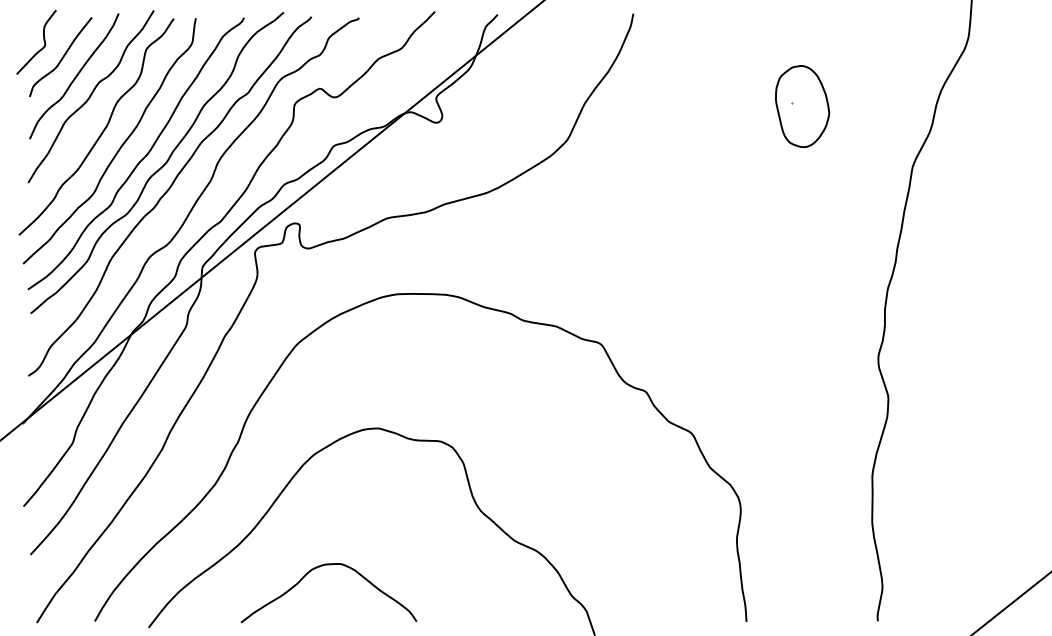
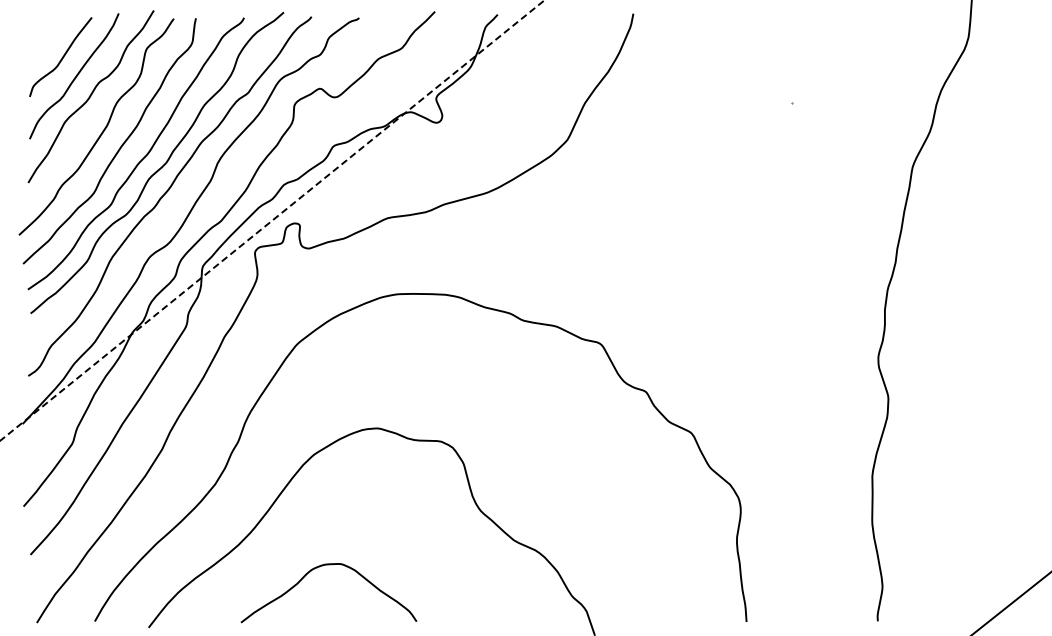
curve at (43, 40): present -> none
part at (802, 106): present -> none
line at (272, 220): solid -> dashed
